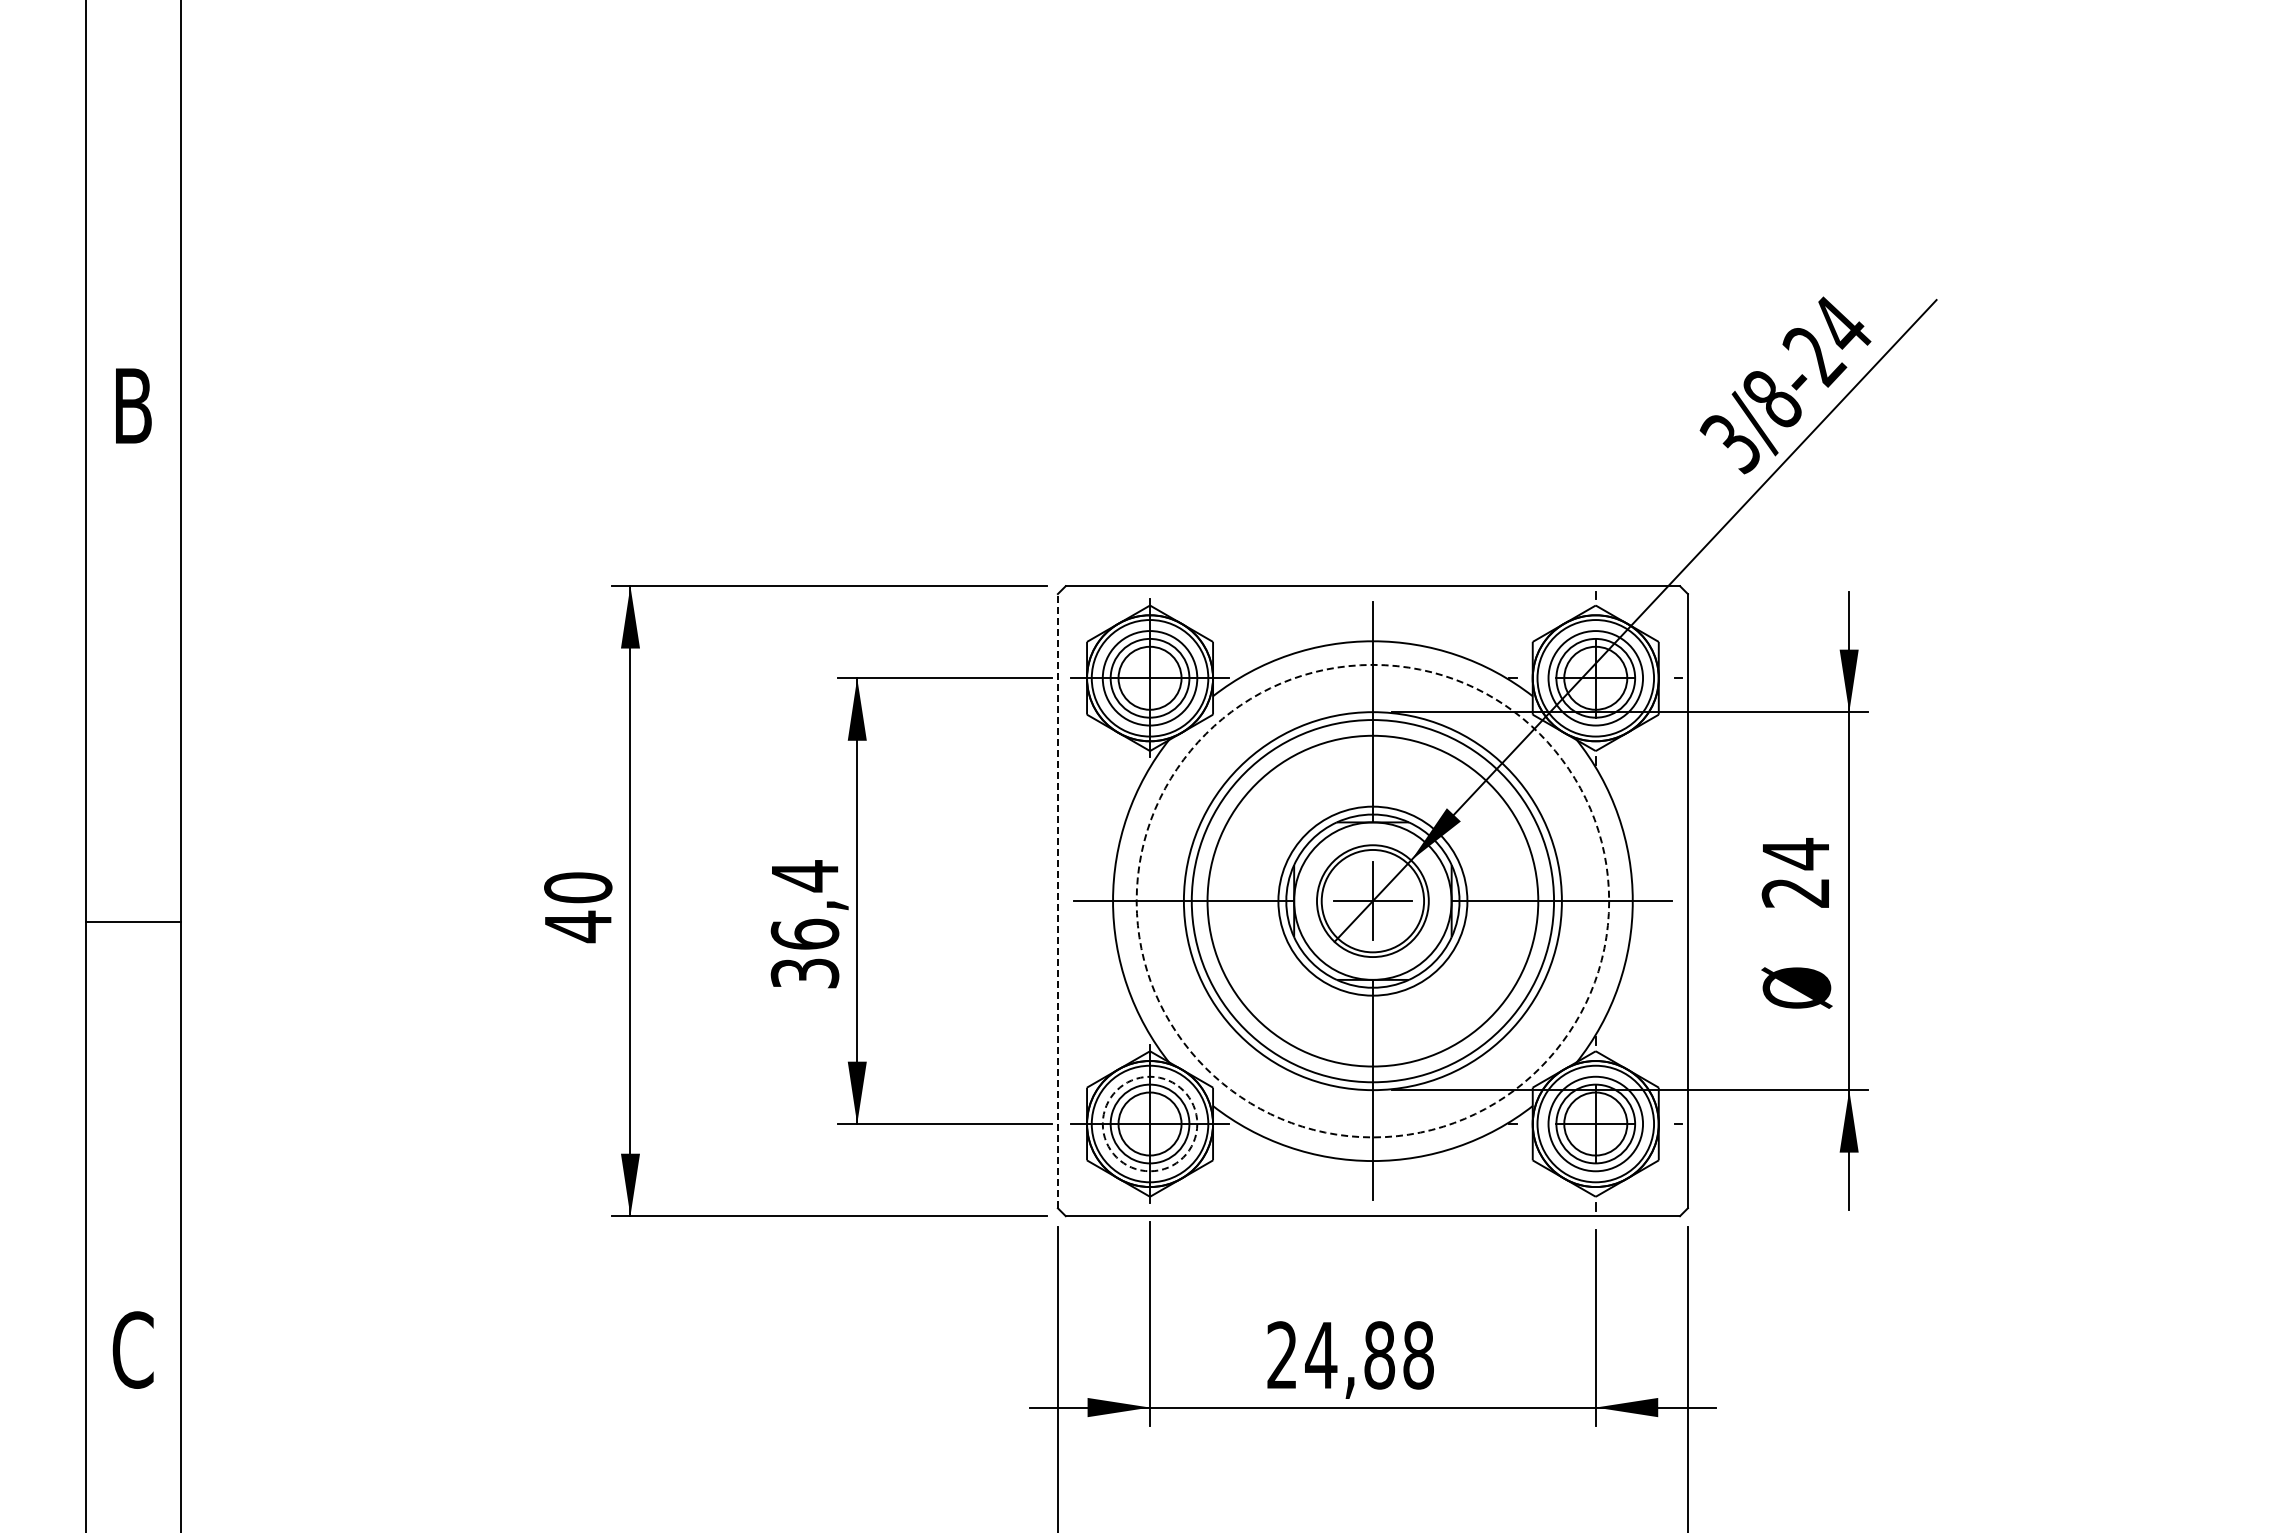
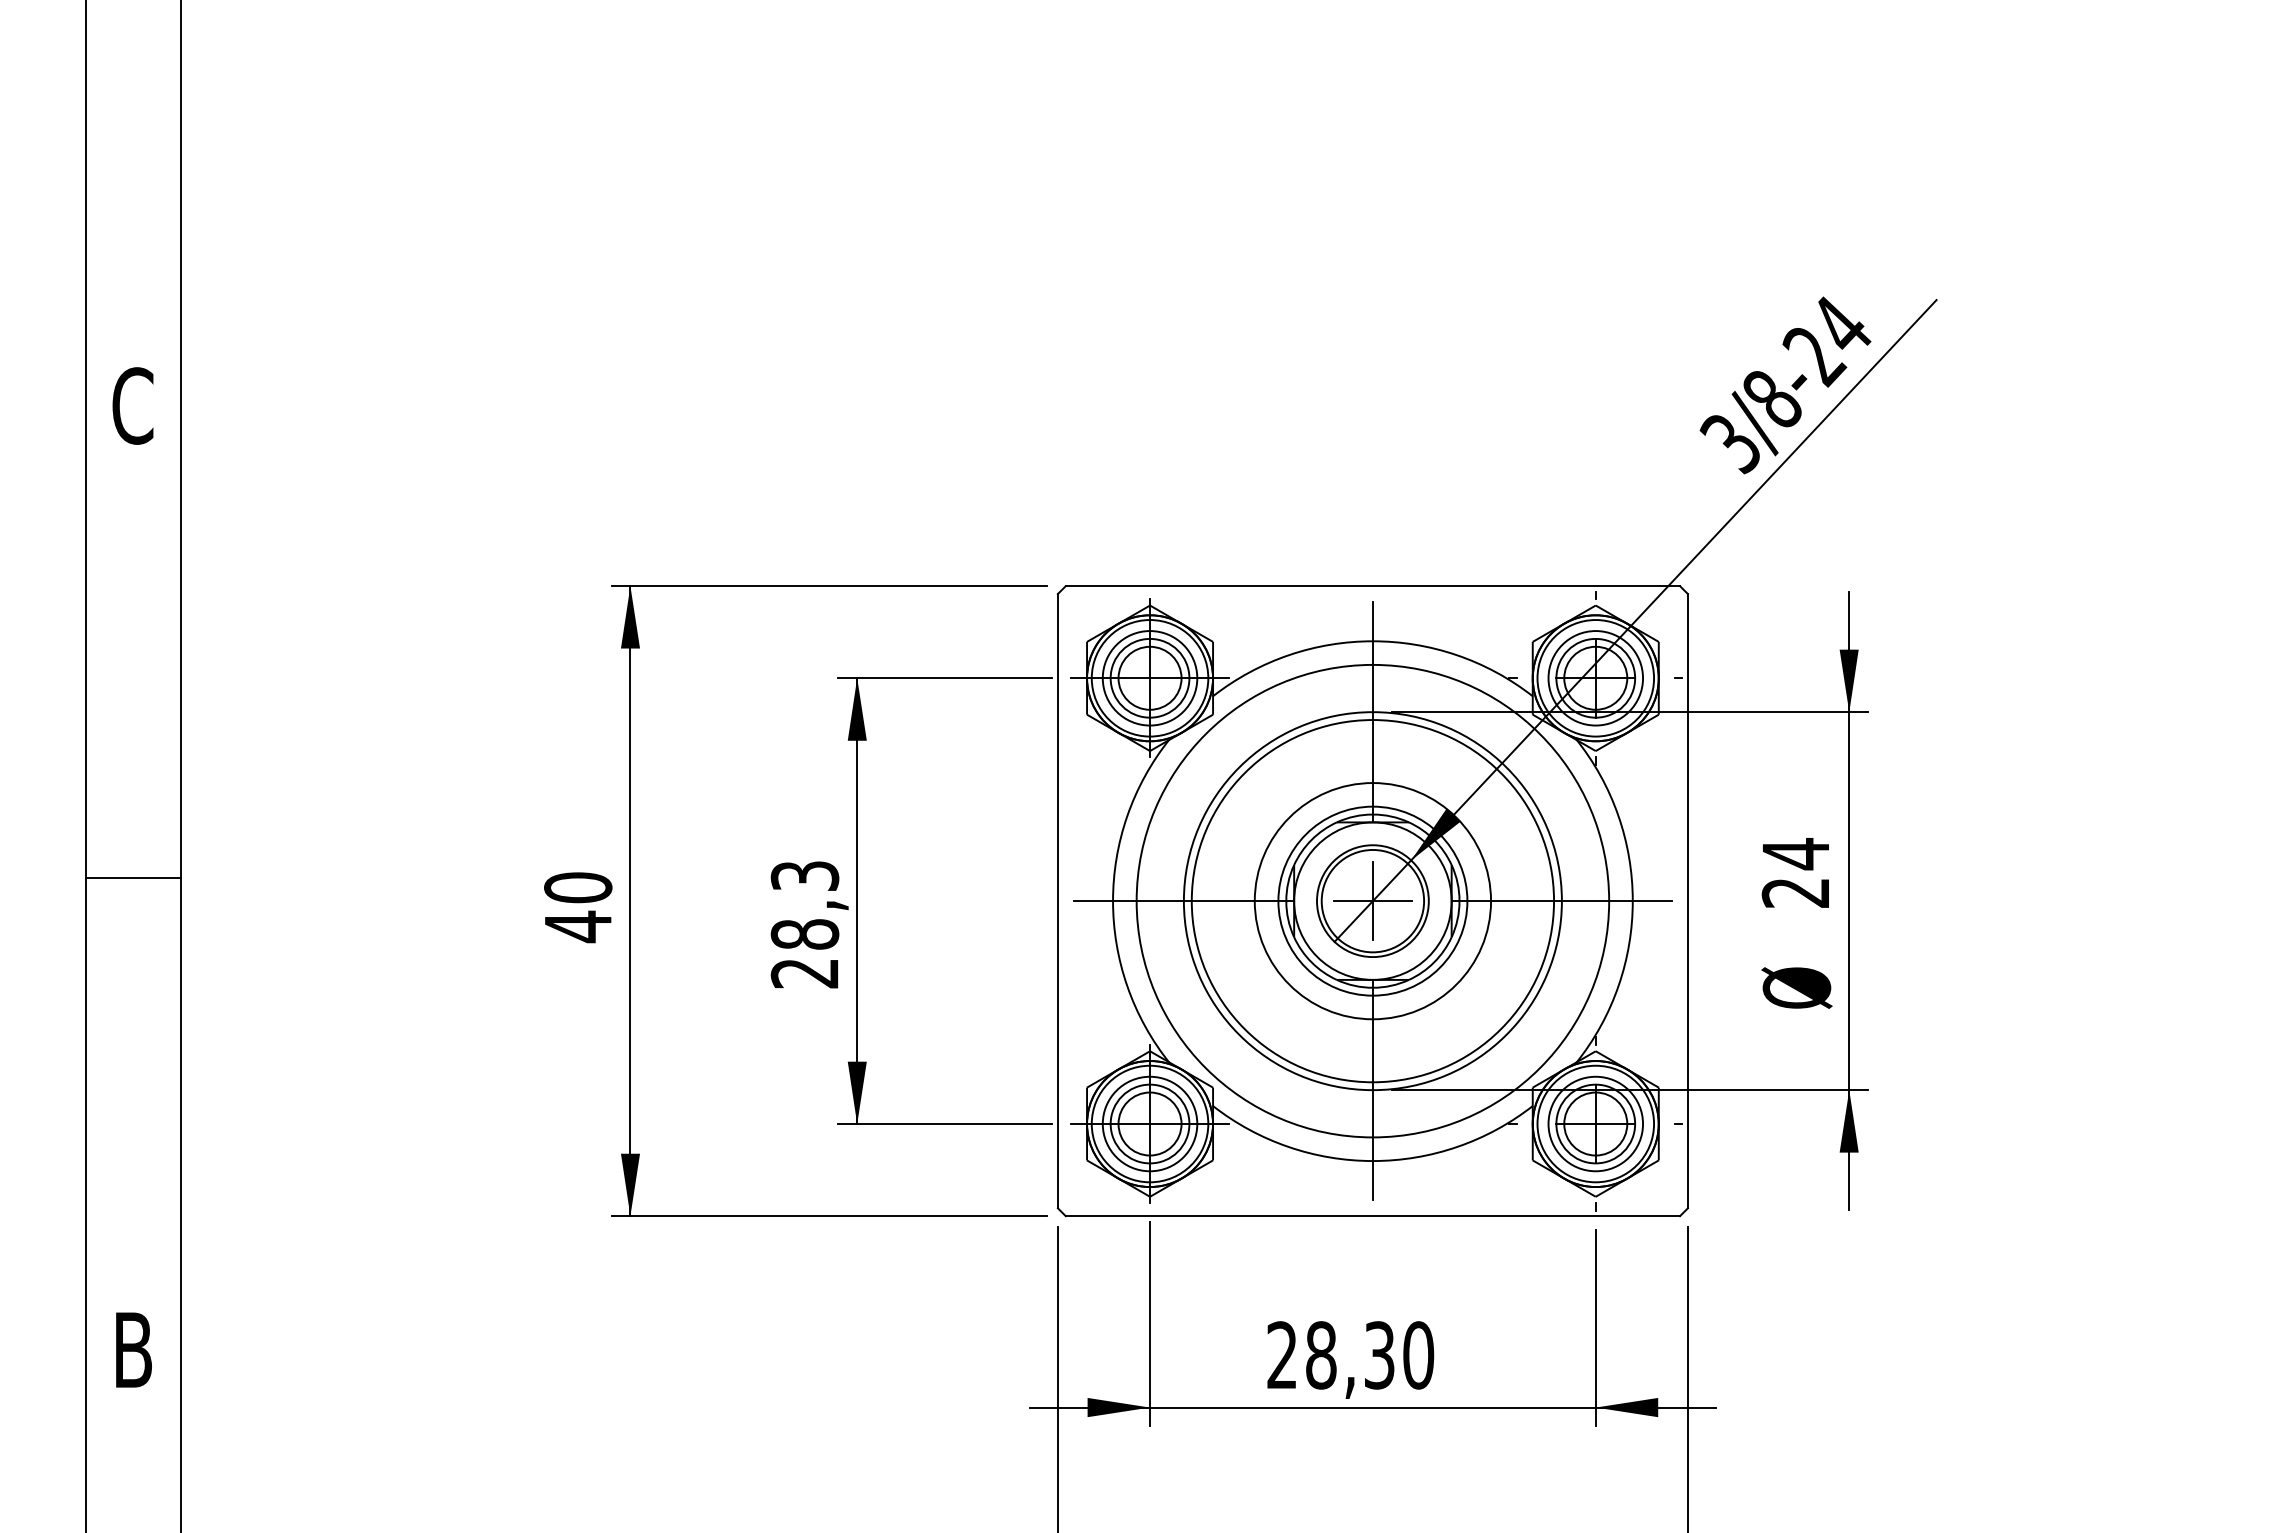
text at (132, 405): B -> C
line at (1057, 900): dashed -> solid
circle at (1372, 900) diameter: 331 px -> 236 px
circle at (1372, 900): dashed -> solid
line at (133, 921) position: (133, 921) -> (133, 877)
text at (804, 924): 36,4 -> 28,3
circle at (1149, 1123): dashed -> solid
text at (132, 1349): C -> B
text at (1369, 1355): 24,88 -> 28,30
